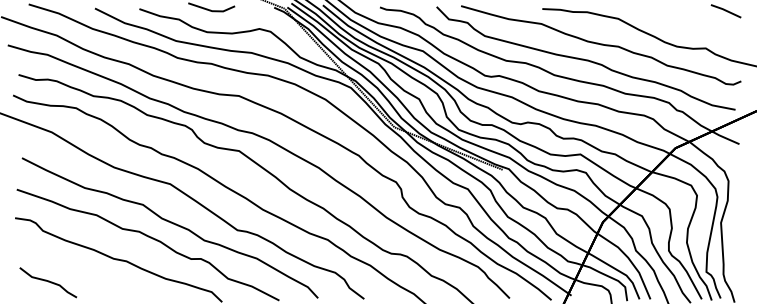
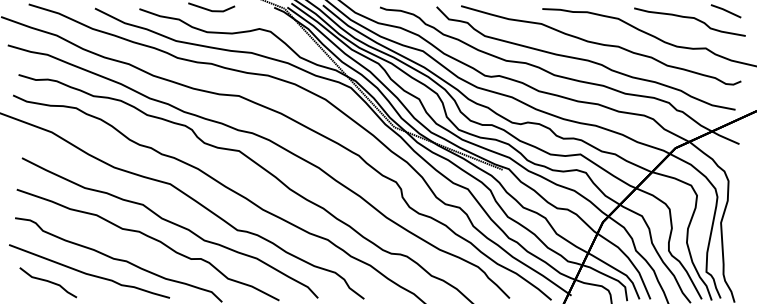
part at (689, 21): none -> present
part at (89, 271): none -> present
